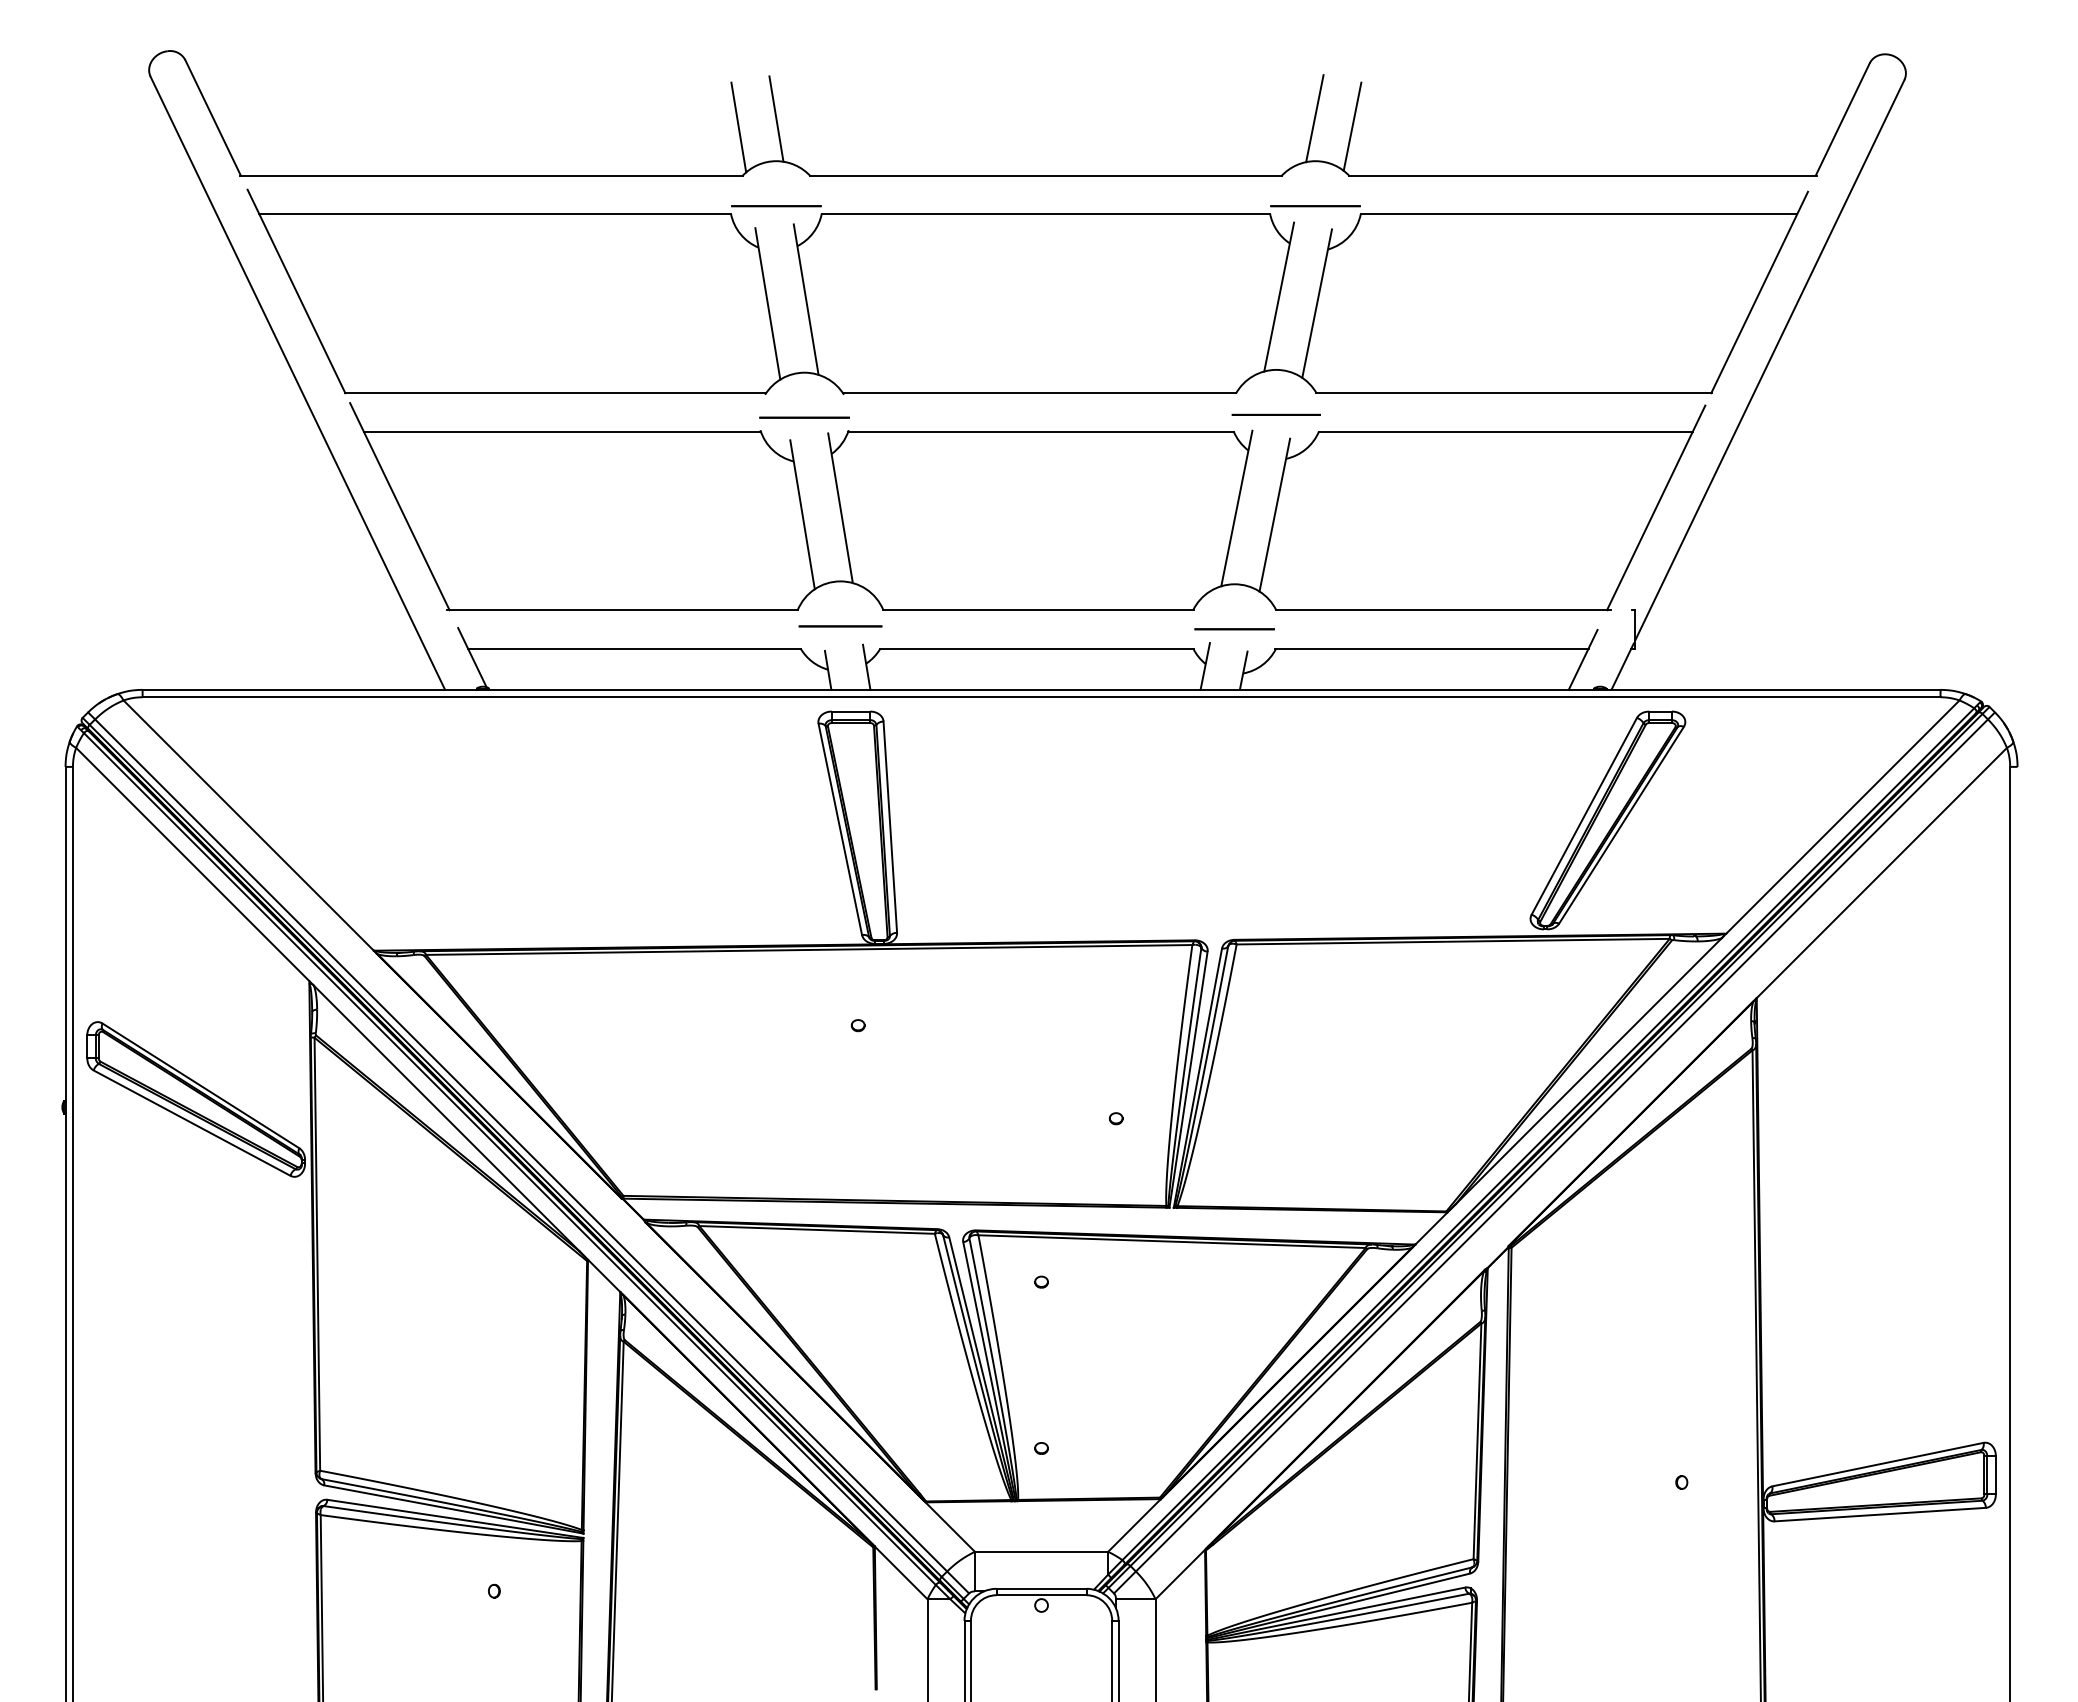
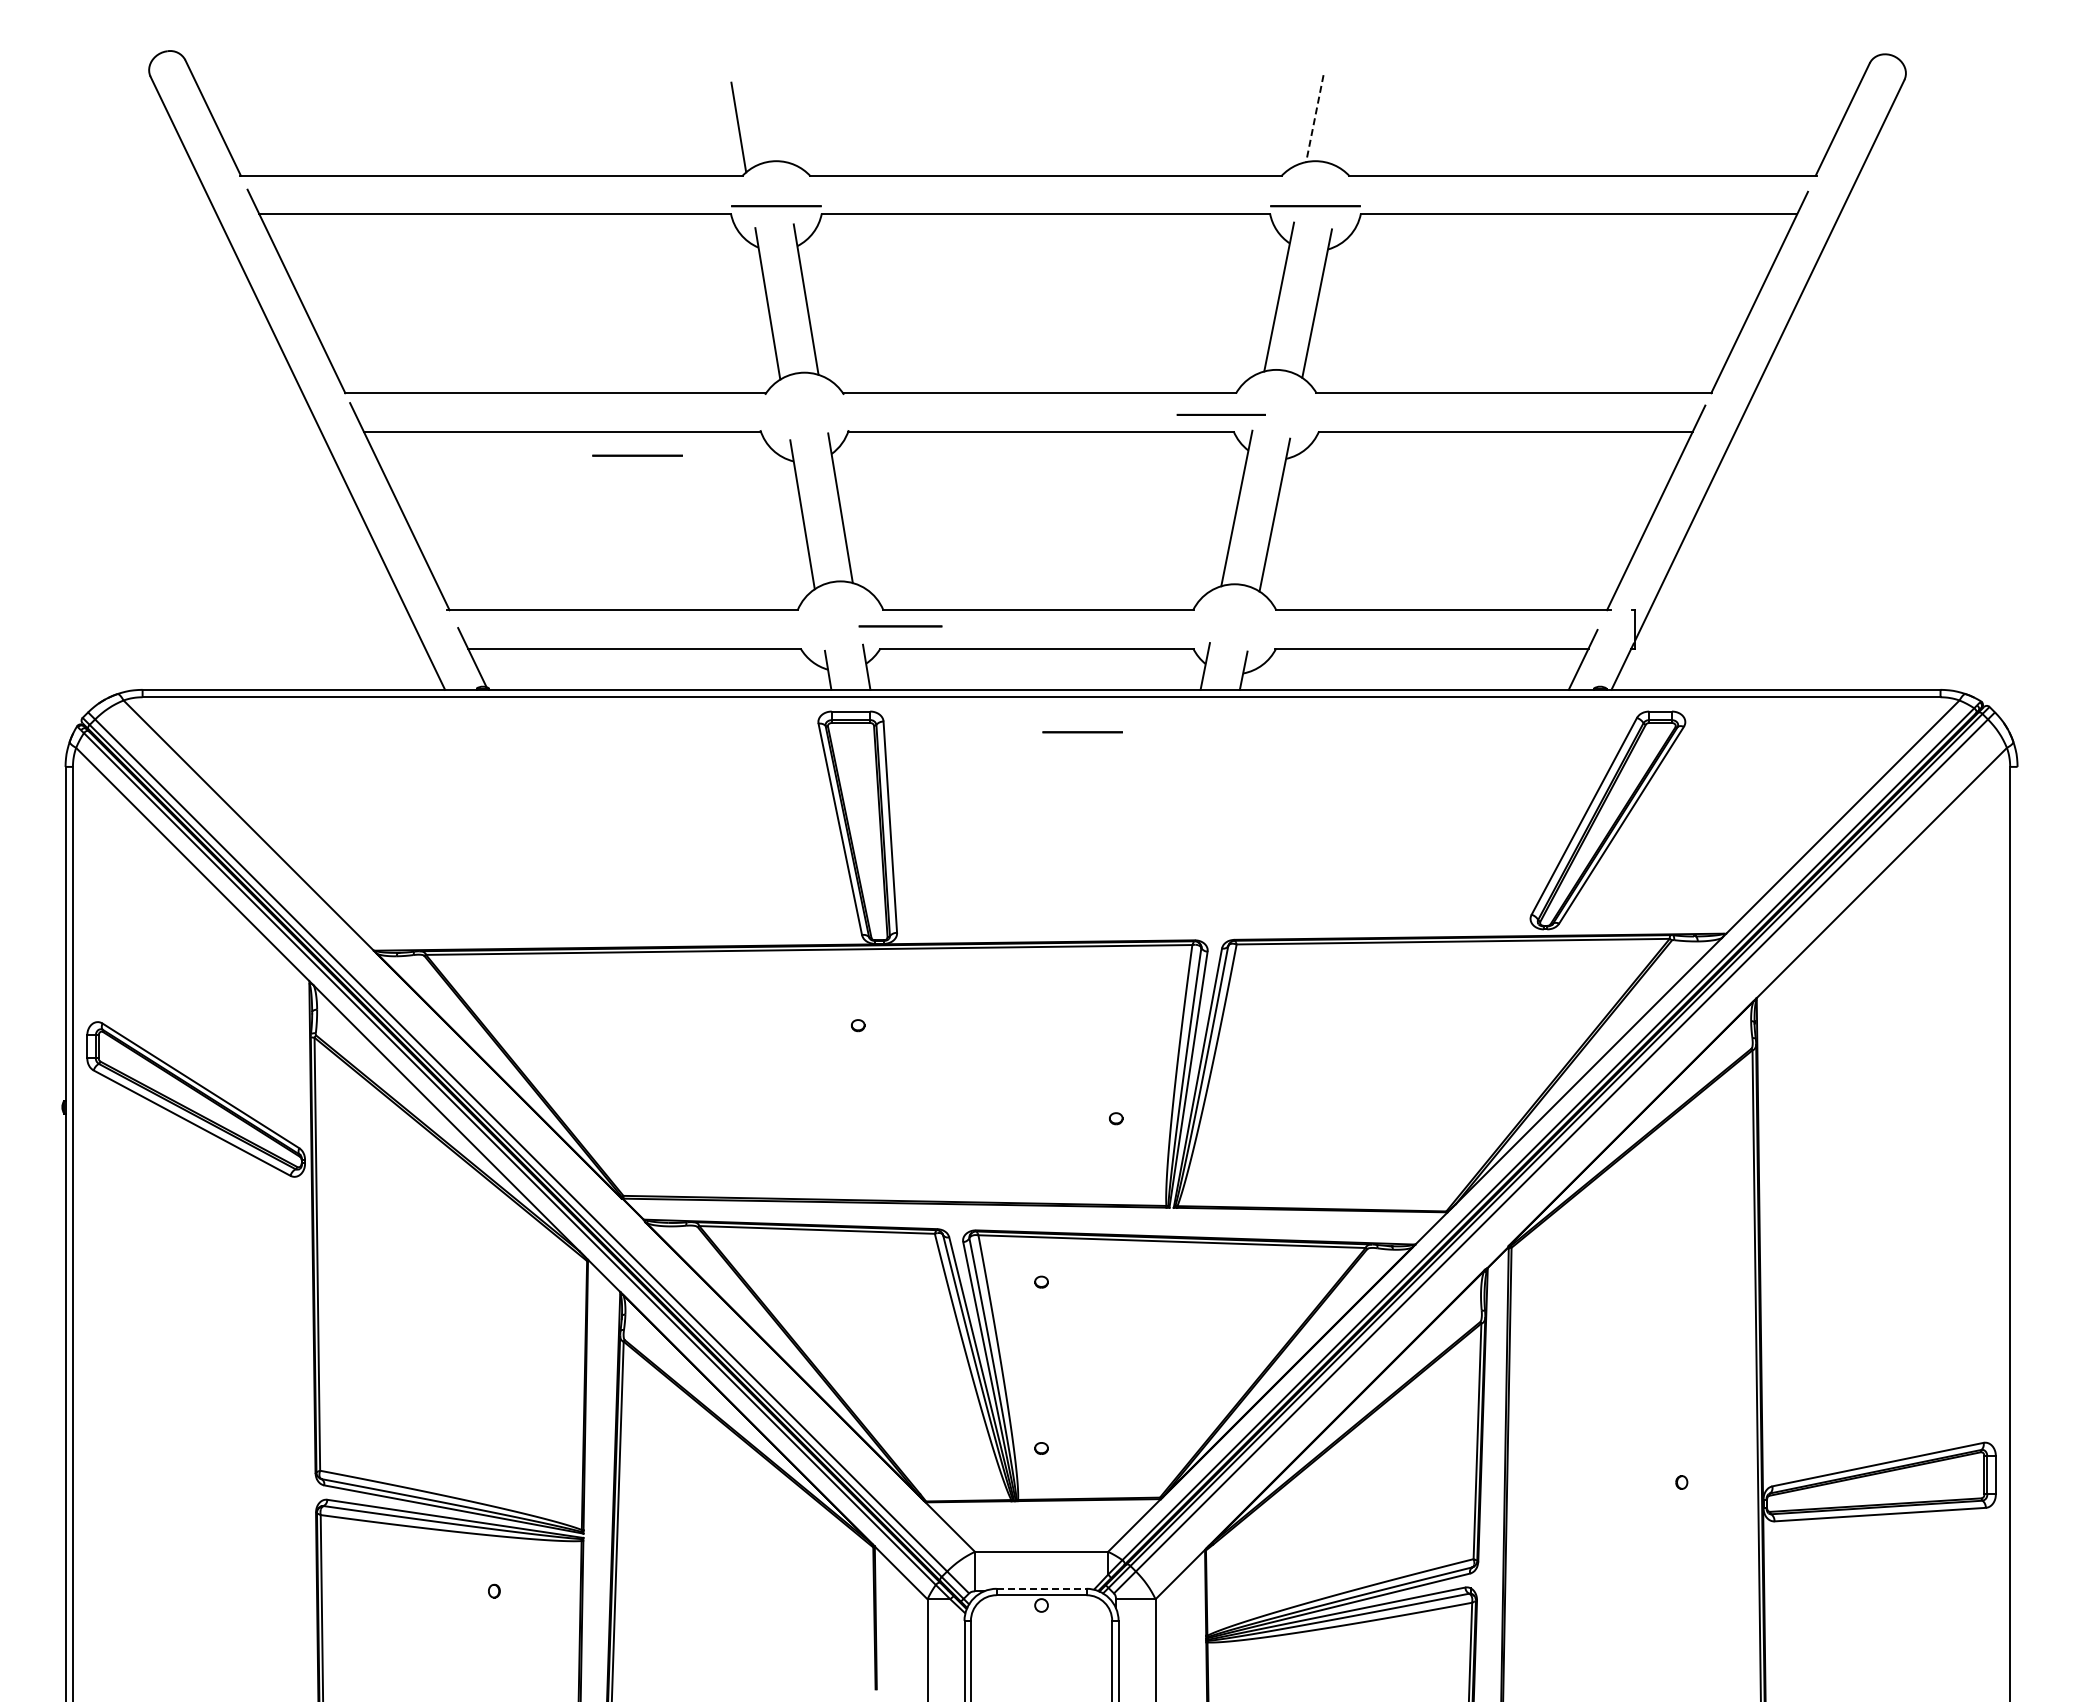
line at (776, 118): present -> none
line at (1314, 119): solid -> dashed
line at (1352, 126): present -> none
line at (1275, 414) position: (1275, 414) -> (1220, 414)
line at (804, 417) position: (804, 417) -> (637, 455)
line at (840, 626) position: (840, 626) -> (900, 626)
line at (1234, 629) position: (1234, 629) -> (1082, 732)
line at (1041, 1588): solid -> dashed
